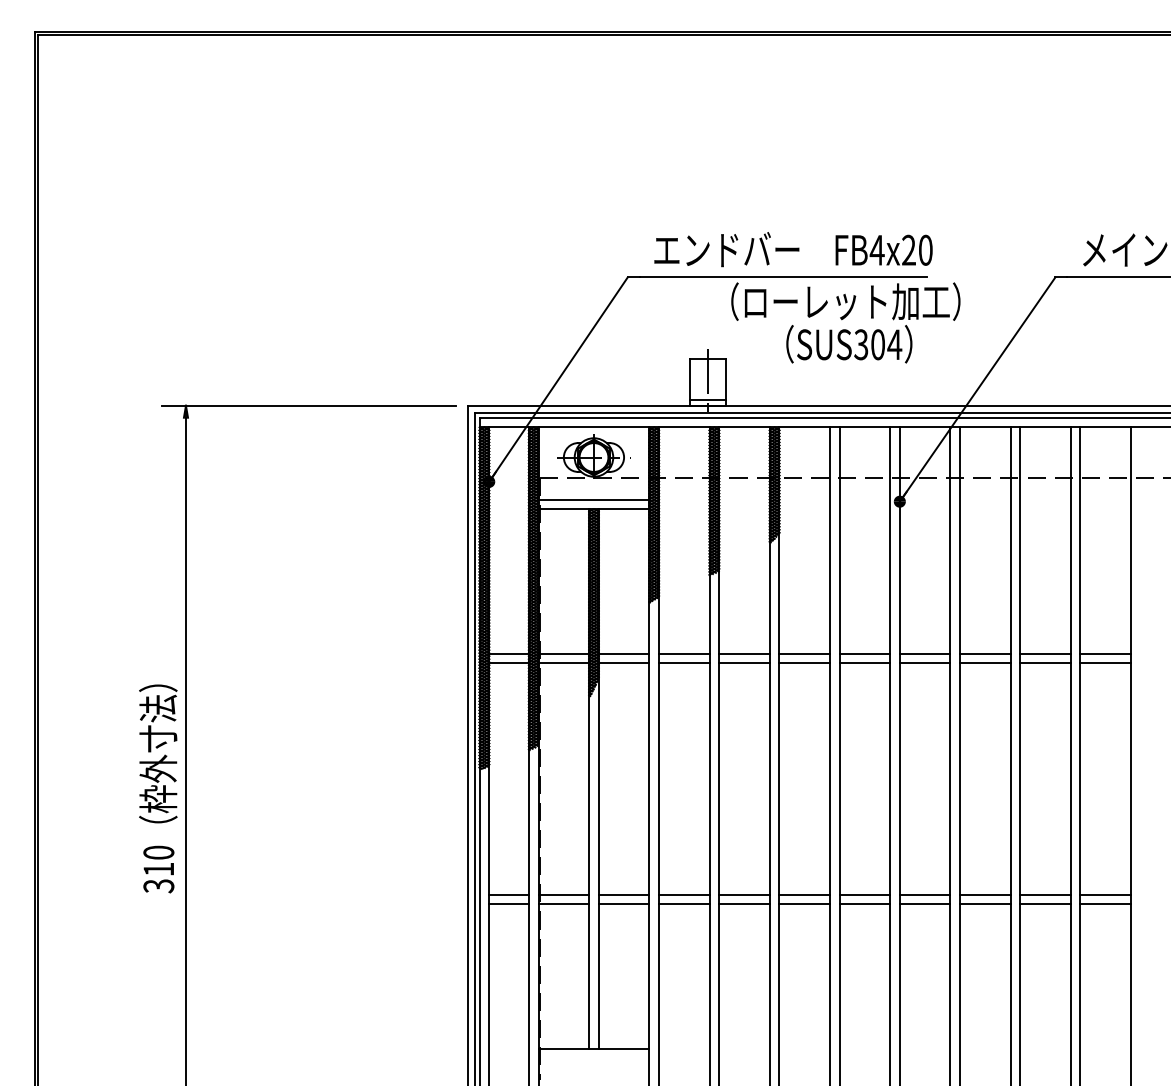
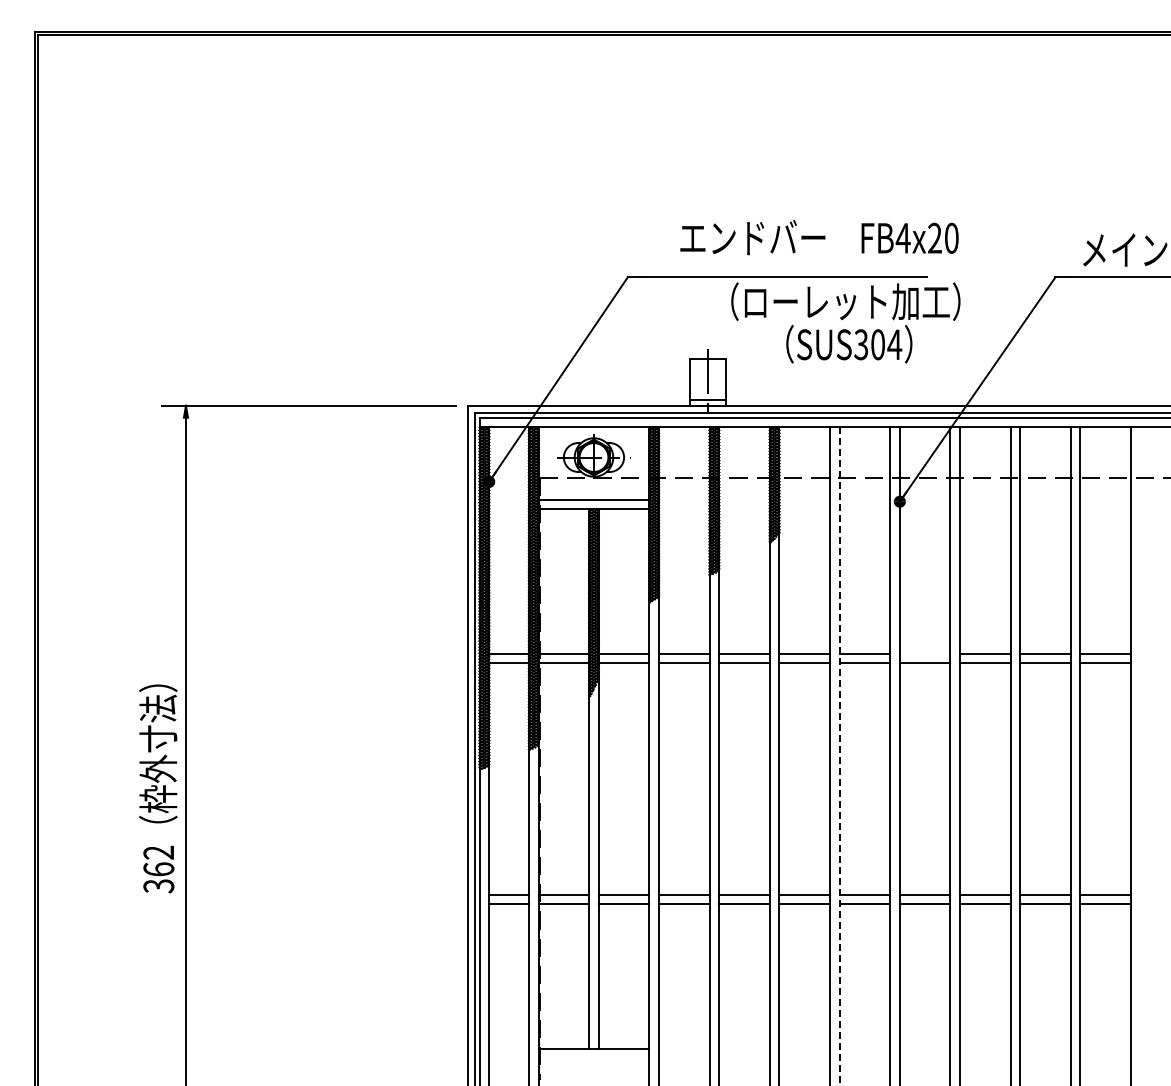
text at (793, 249) position: (793, 249) -> (819, 237)
line at (924, 653): present -> none
line at (839, 757): solid -> dashed
text at (158, 860): 310 -> 362
